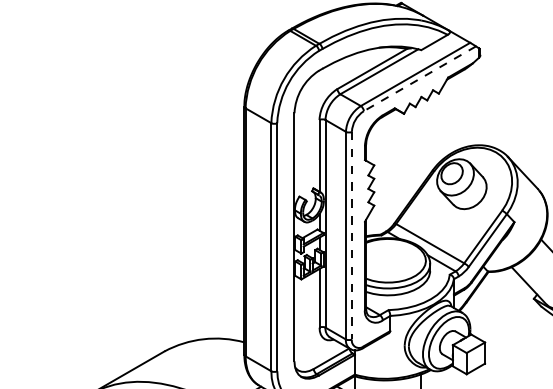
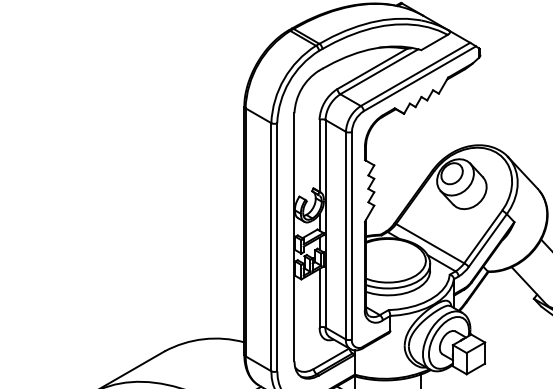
line at (419, 78): dashed -> solid
line at (351, 235): dashed -> solid
